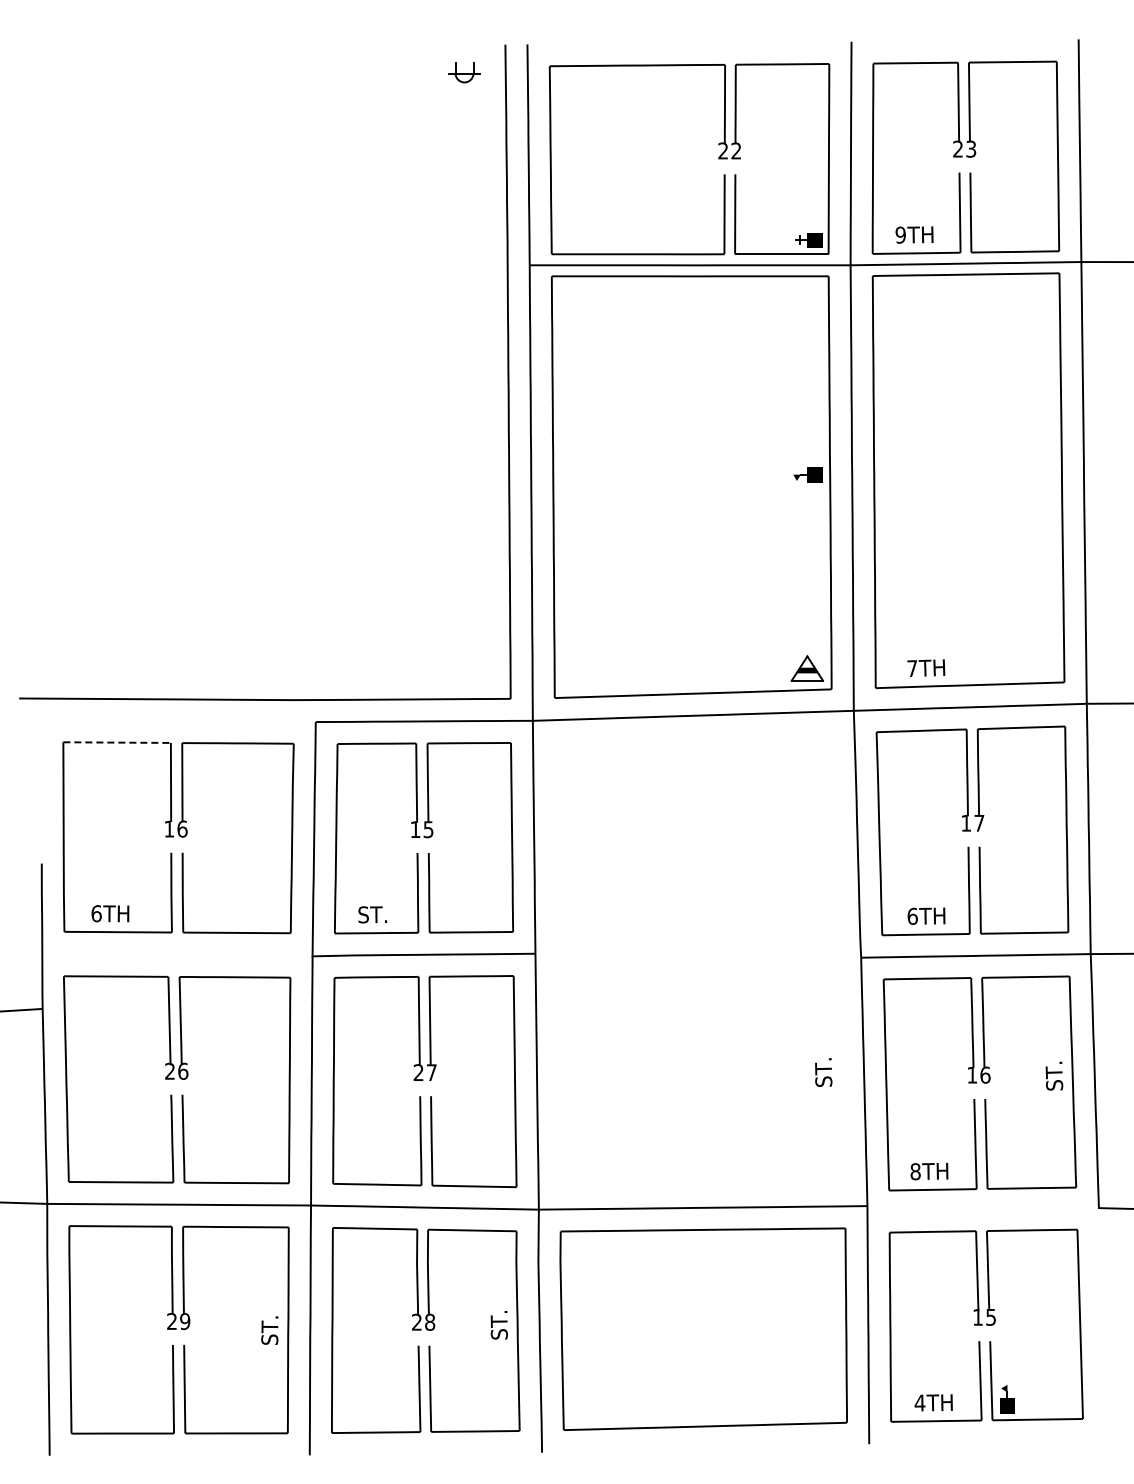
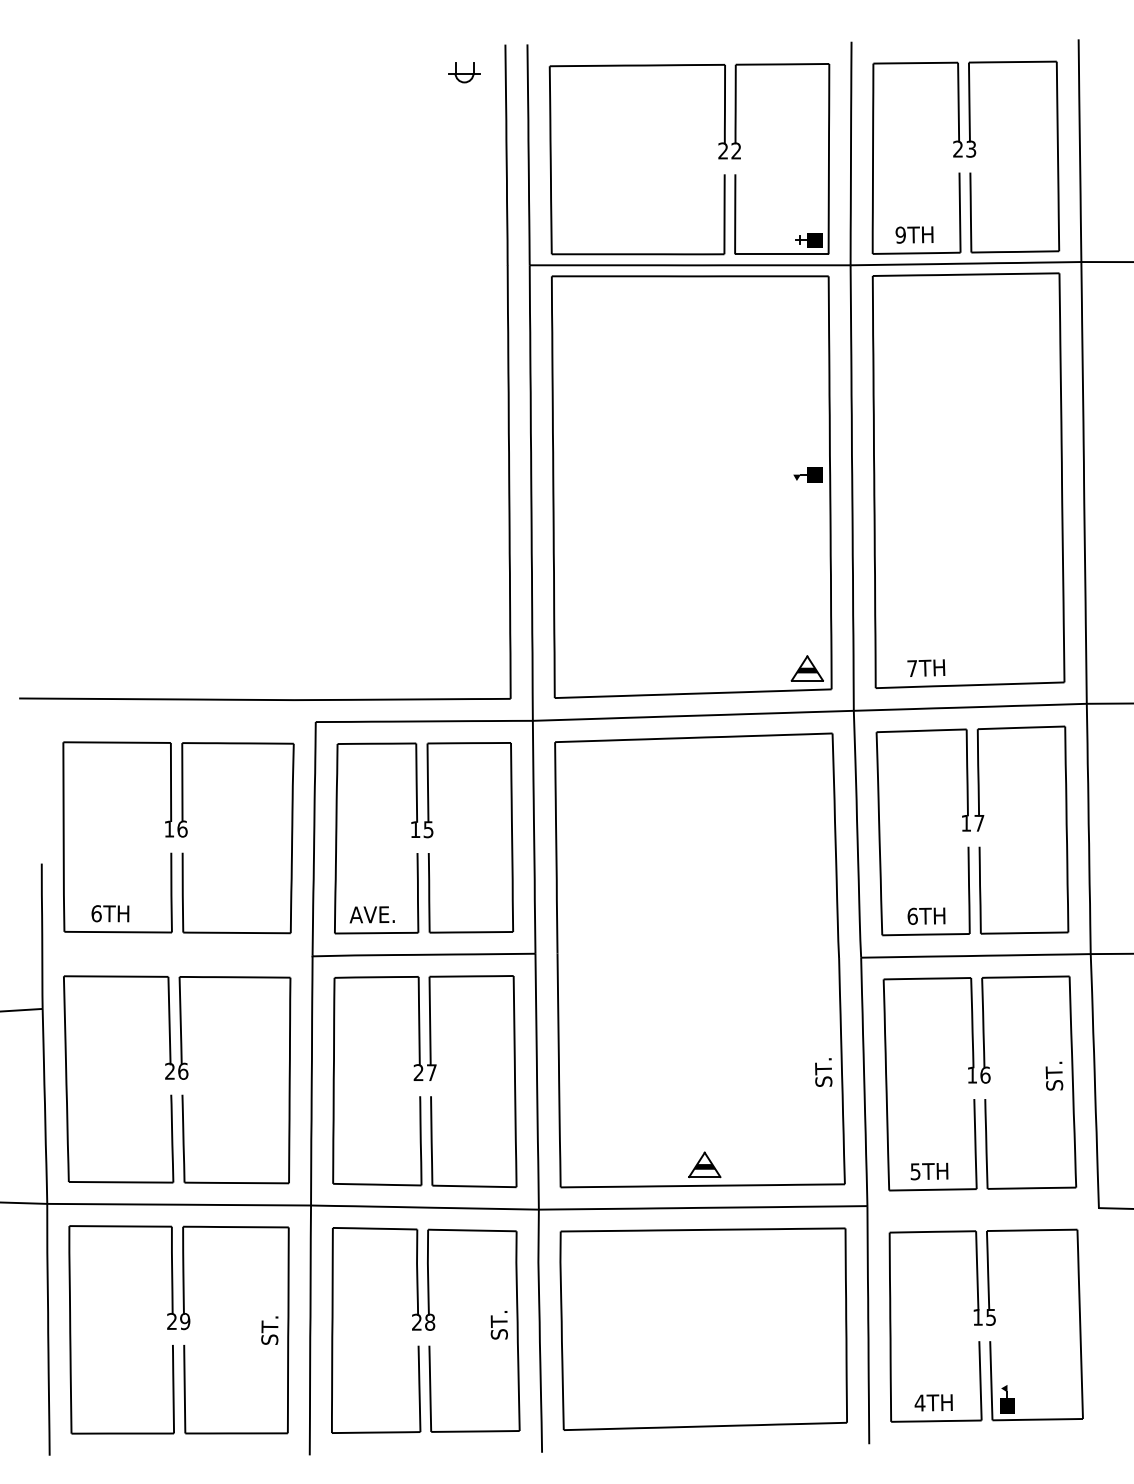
line at (117, 742): dashed -> solid
text at (371, 914): ST. -> AVE.
part at (699, 960): none -> present
text at (915, 1171): 8TH -> 5TH
